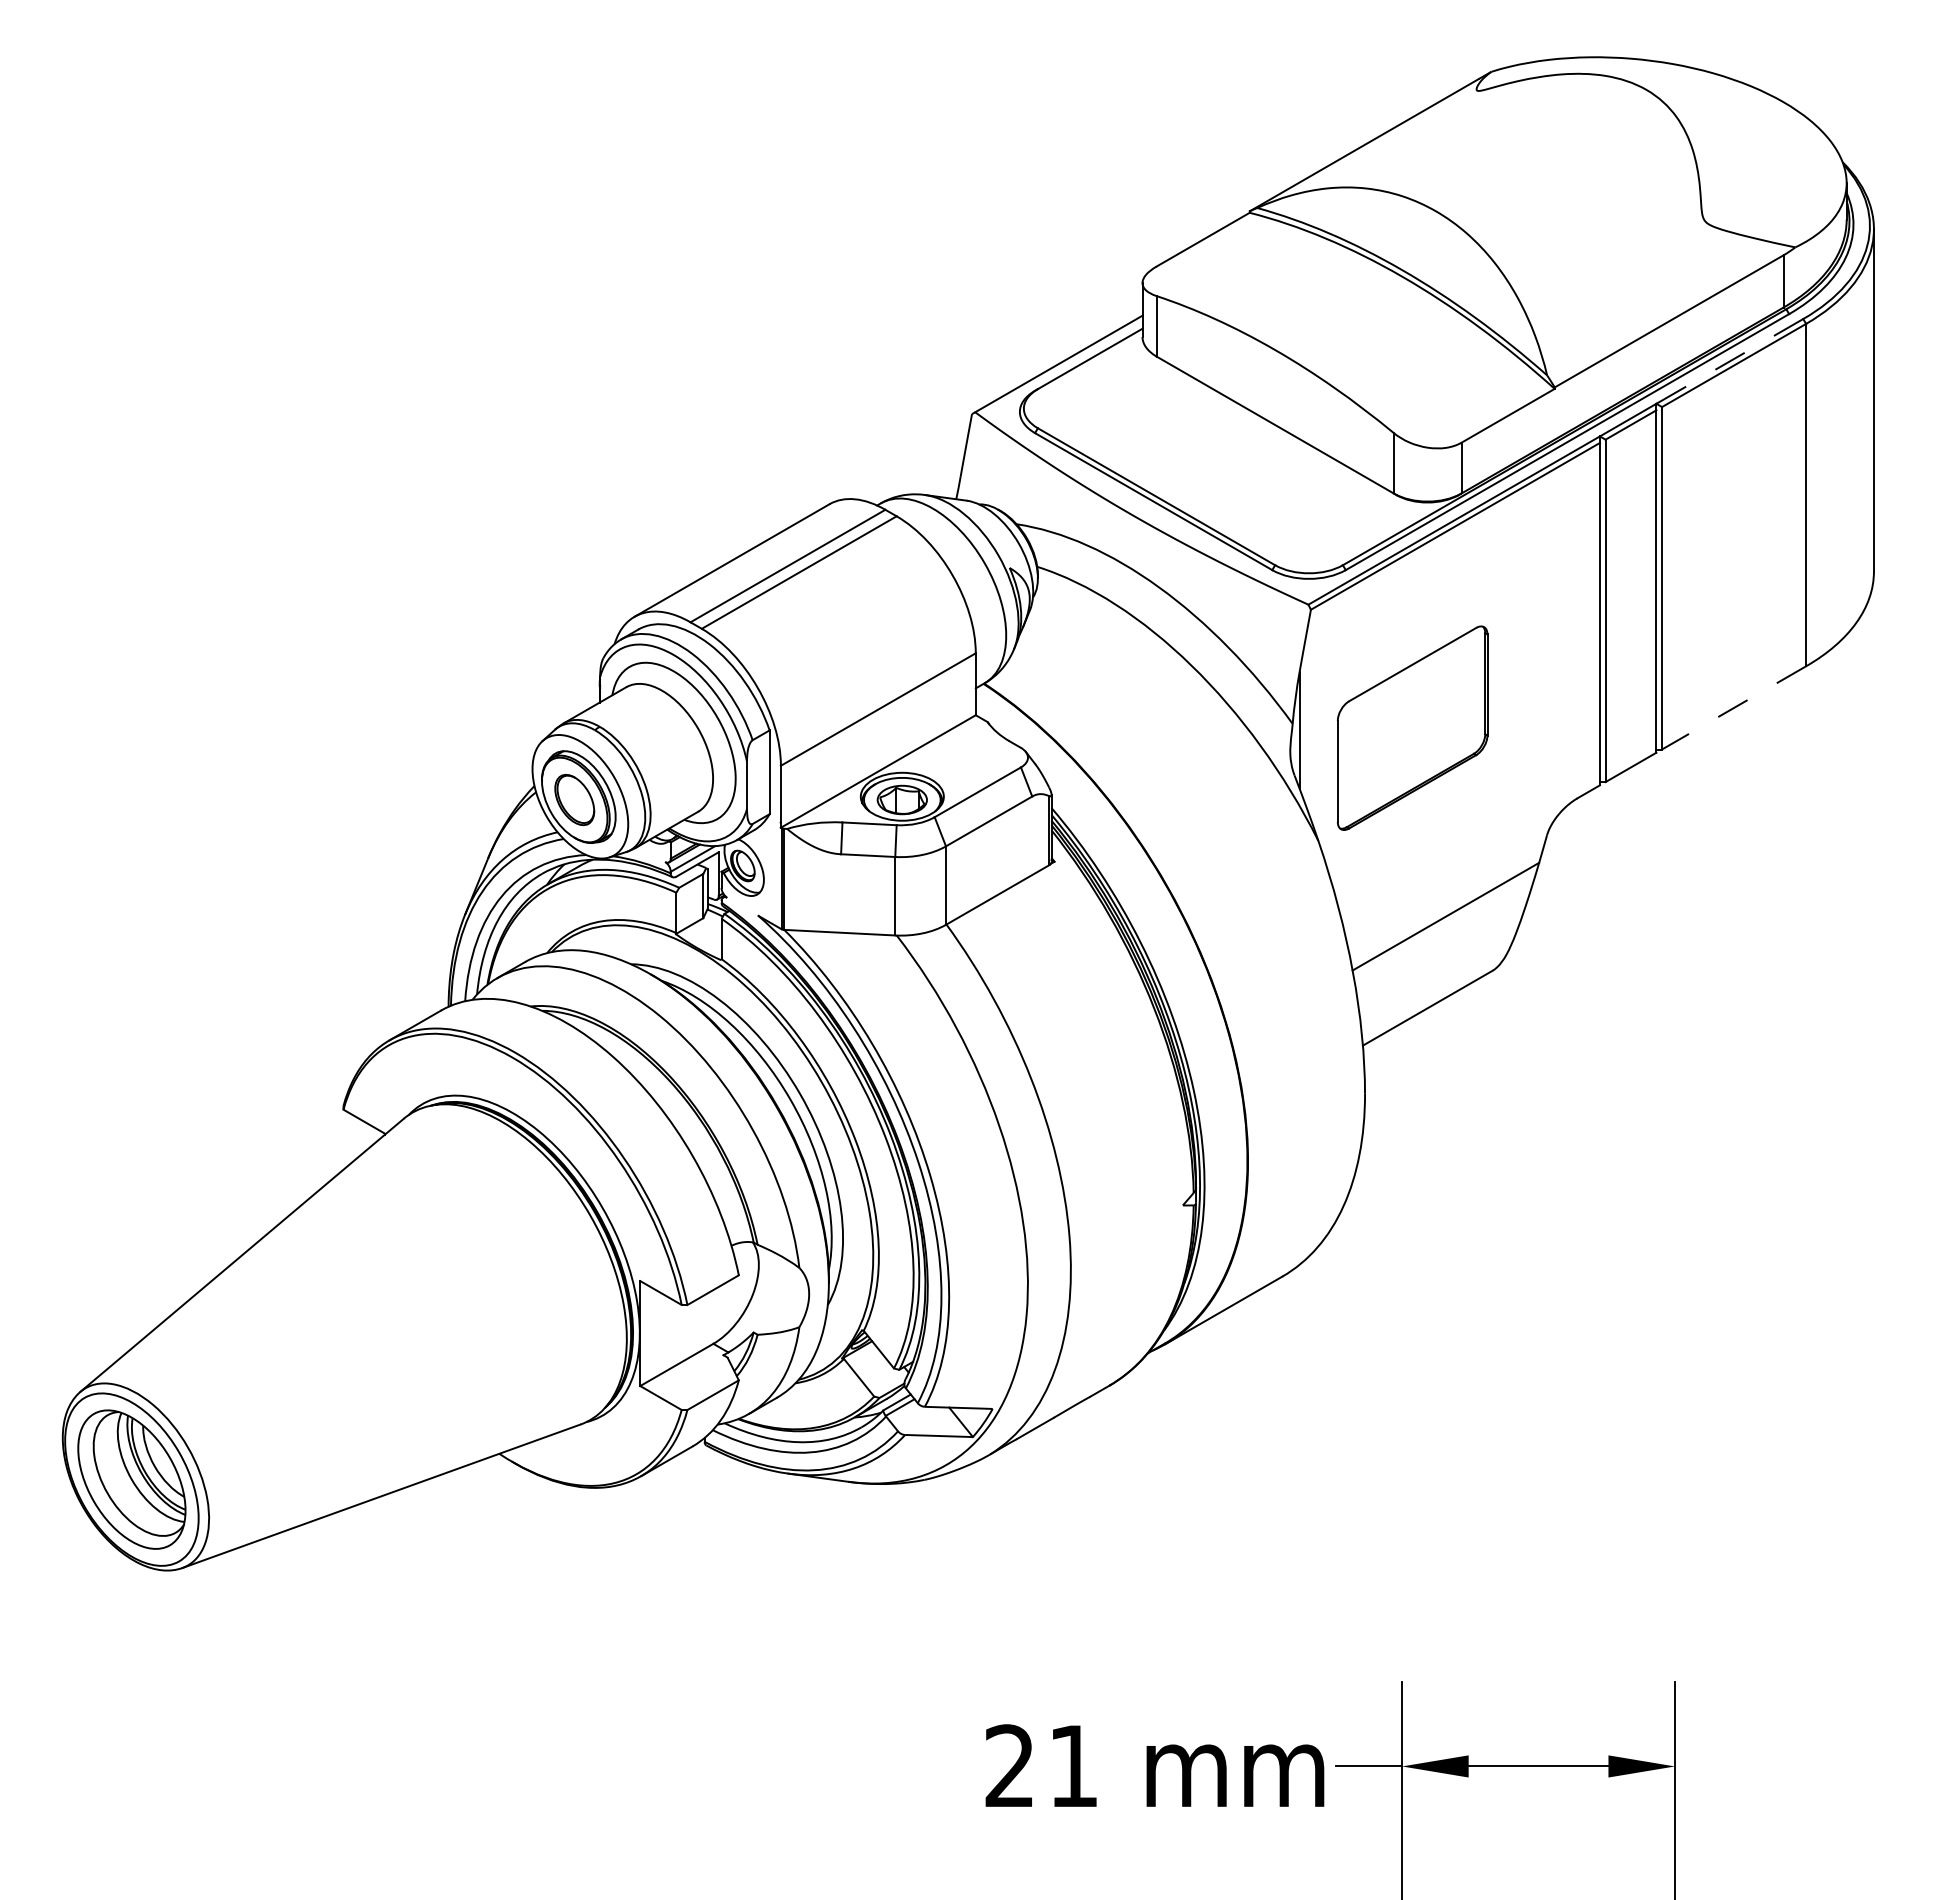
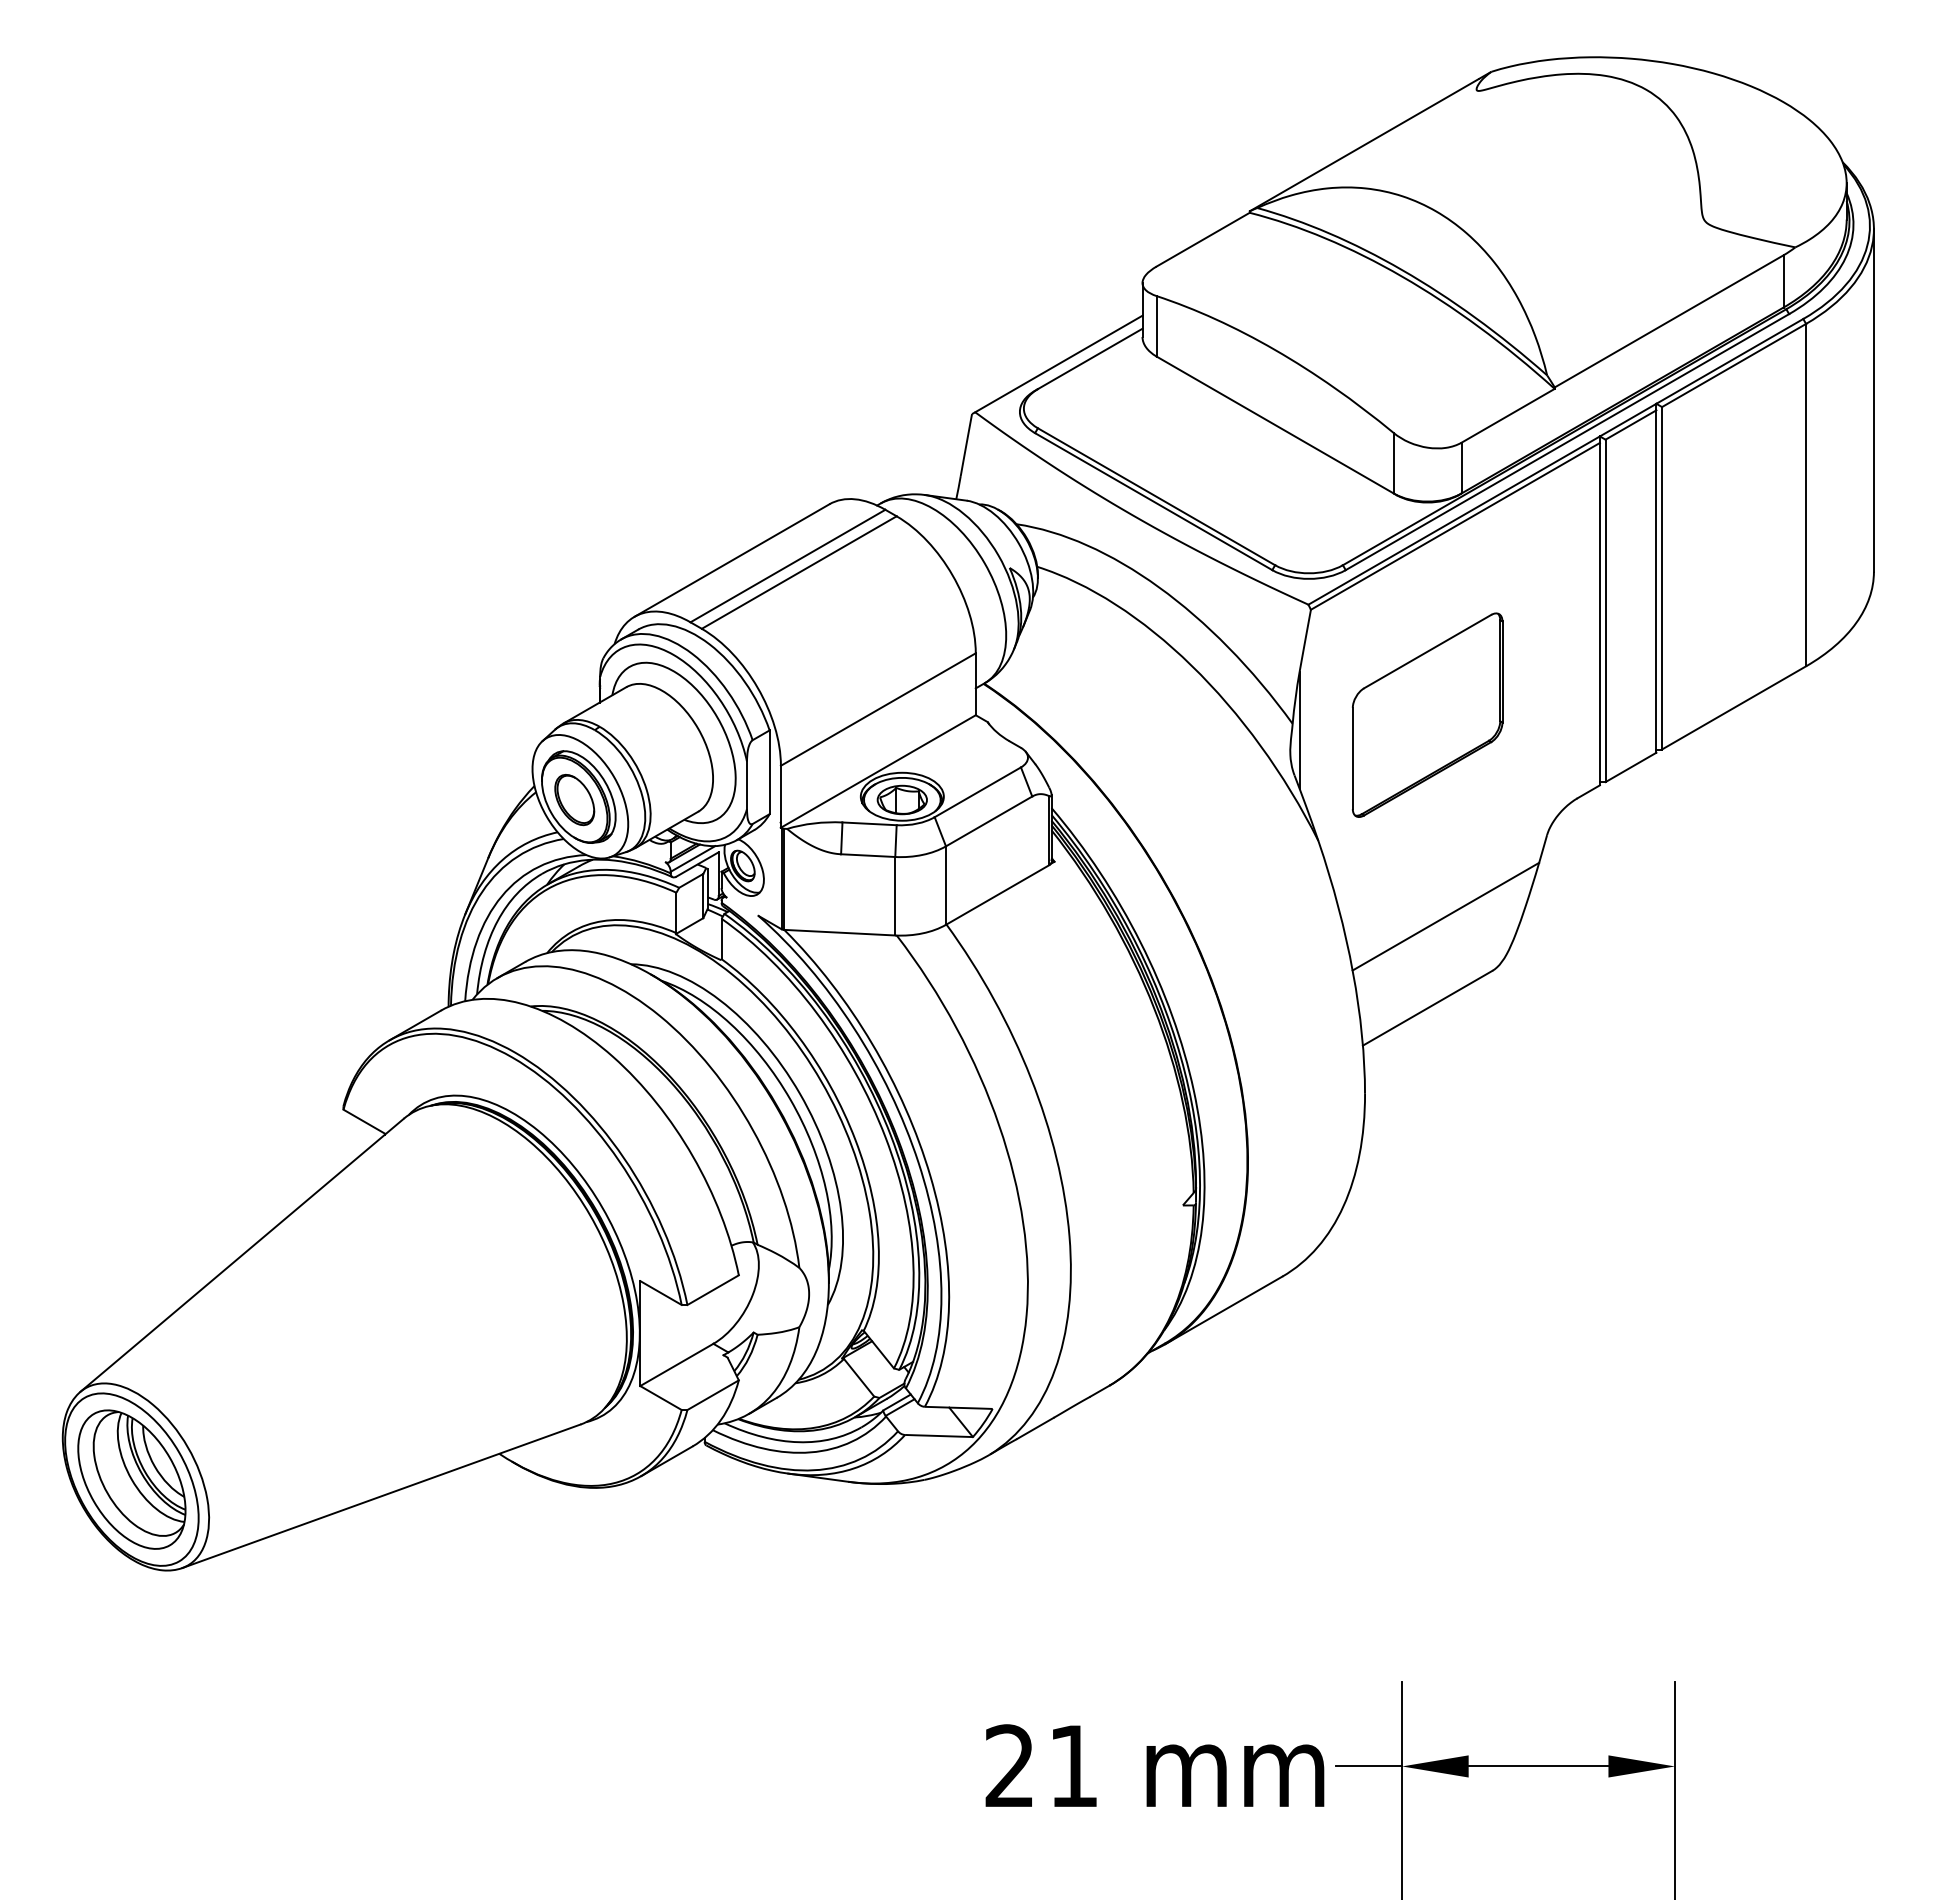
line at (1729, 361): dashed -> solid
line at (1733, 708): dashed -> solid
part at (1412, 727) position: (1412, 727) -> (1427, 714)
